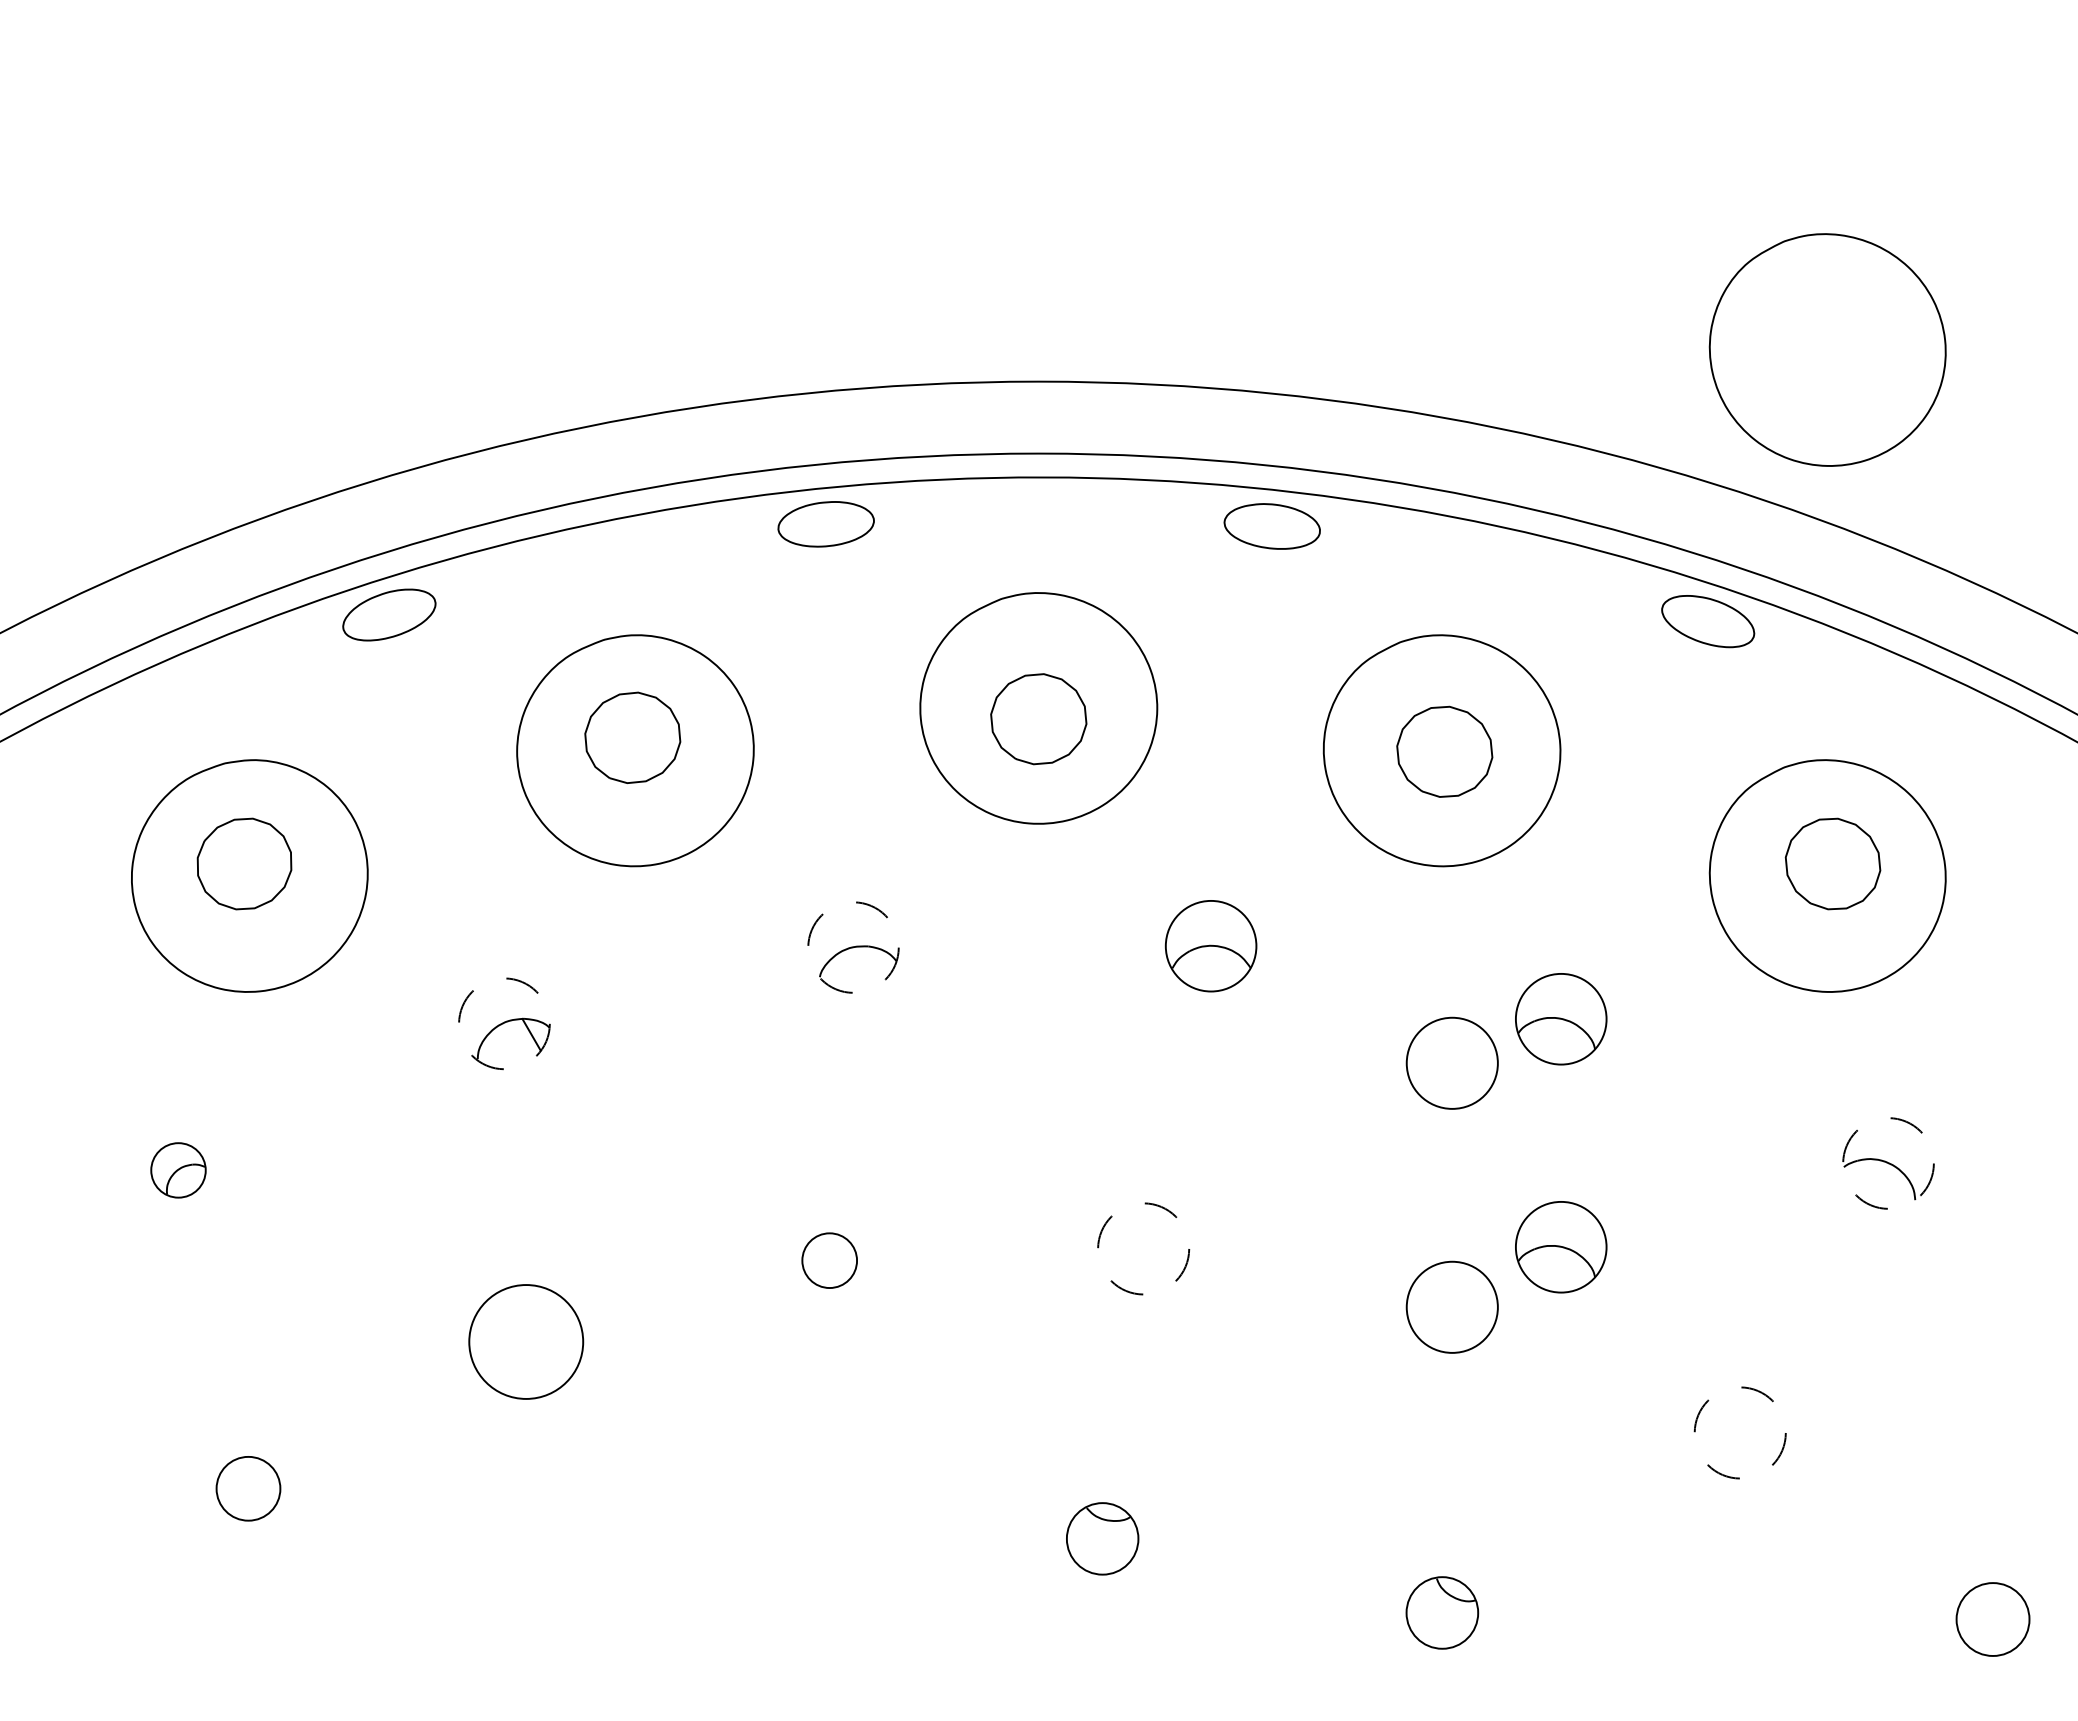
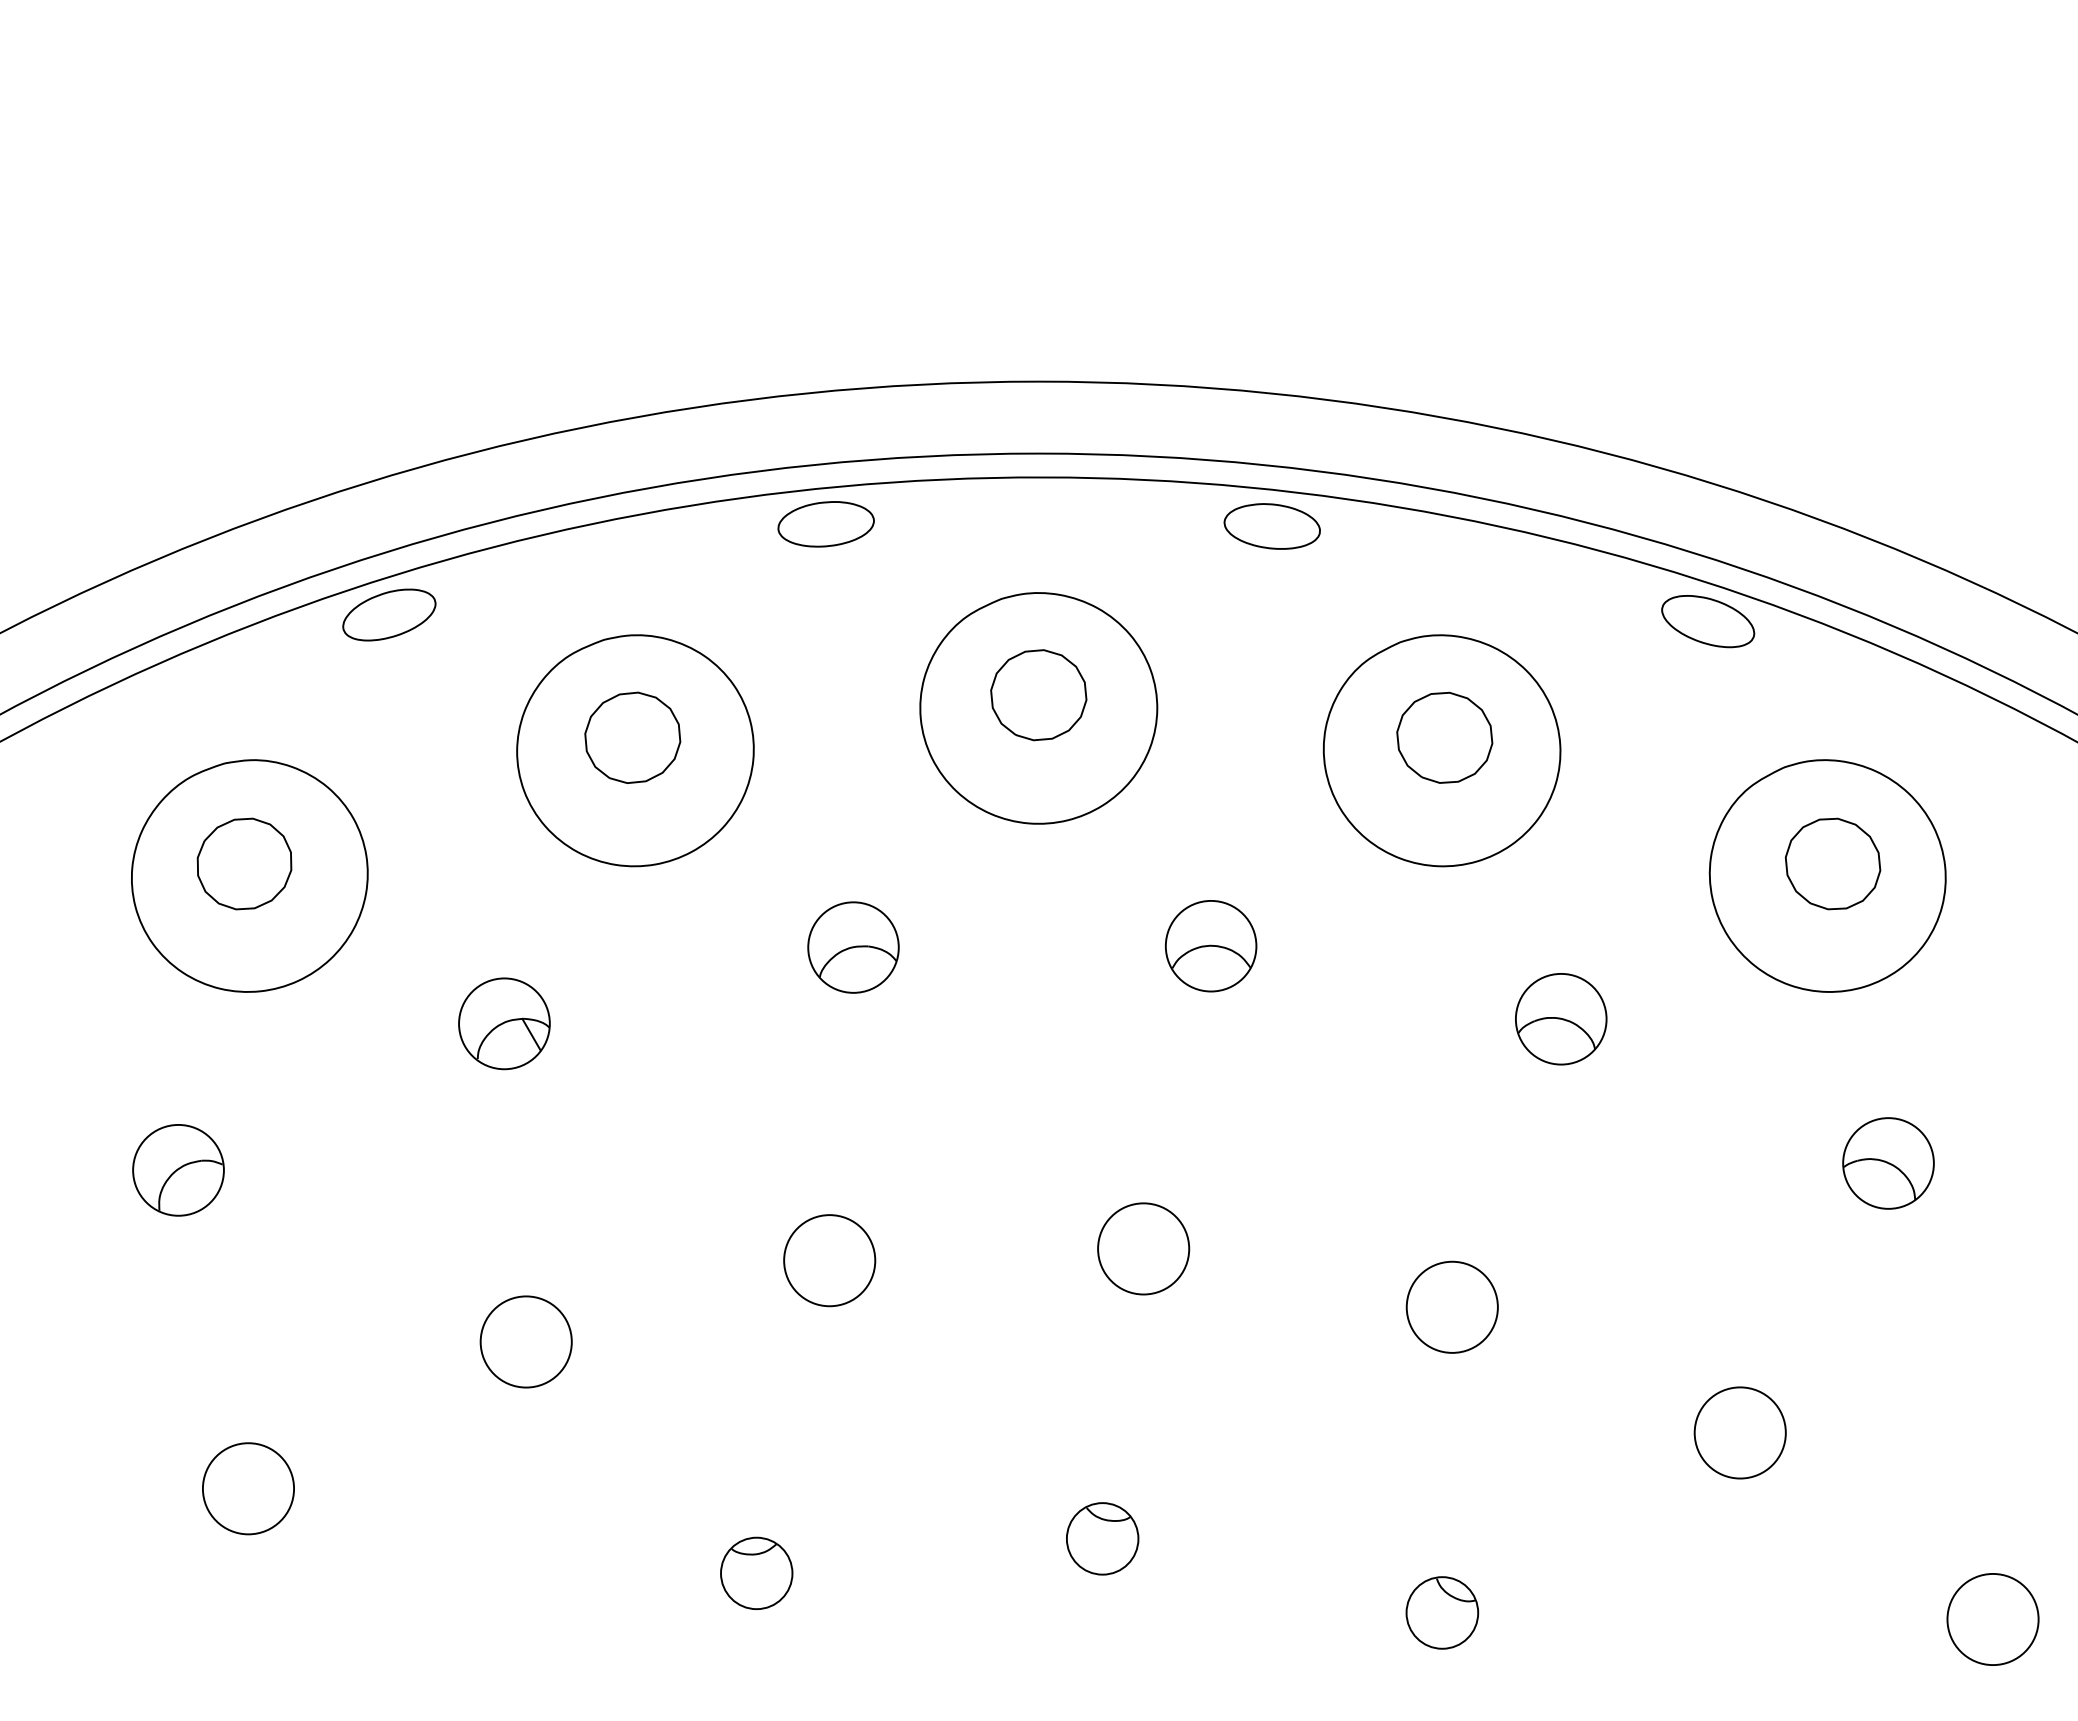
part at (1827, 349): present -> none
part at (1038, 719) position: (1038, 719) -> (1038, 695)
part at (1444, 751) position: (1444, 751) -> (1444, 737)
circle at (853, 947): dashed -> solid
circle at (504, 1023): dashed -> solid
circle at (1451, 1062): present -> none
circle at (1888, 1163): dashed -> solid
part at (178, 1170) size: 57x57 px -> 93x93 px
part at (1561, 1247): present -> none
circle at (1143, 1248): dashed -> solid
circle at (829, 1260) diameter: 55 px -> 91 px
circle at (526, 1341) diameter: 114 px -> 91 px
circle at (1739, 1432): dashed -> solid
circle at (248, 1488) diameter: 64 px -> 91 px
part at (756, 1572): none -> present
circle at (1992, 1619) diameter: 73 px -> 91 px
